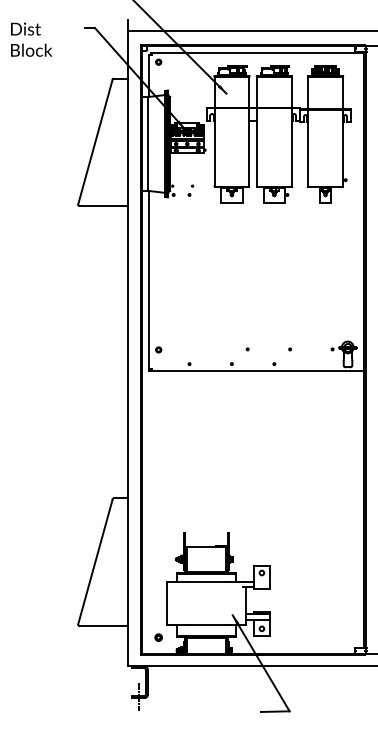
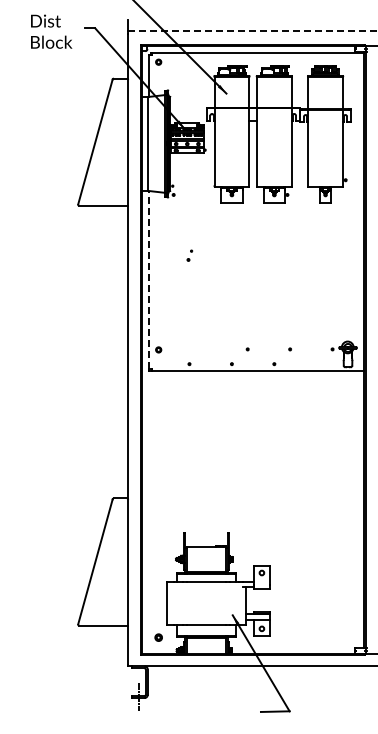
line at (252, 30): solid -> dashed
text at (31, 39) position: (31, 39) -> (51, 31)
part at (190, 190) position: (190, 190) -> (189, 255)
line at (149, 279): solid -> dashed
